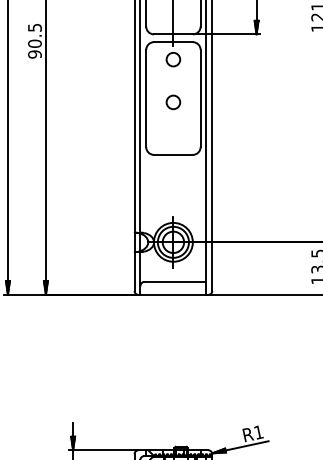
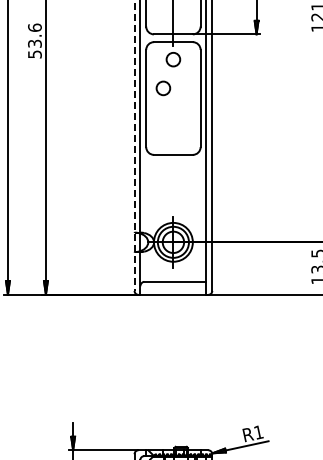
text at (34, 40): 90.5 -> 53.6
circle at (173, 102) position: (173, 102) -> (163, 88)
line at (134, 145): solid -> dashed
